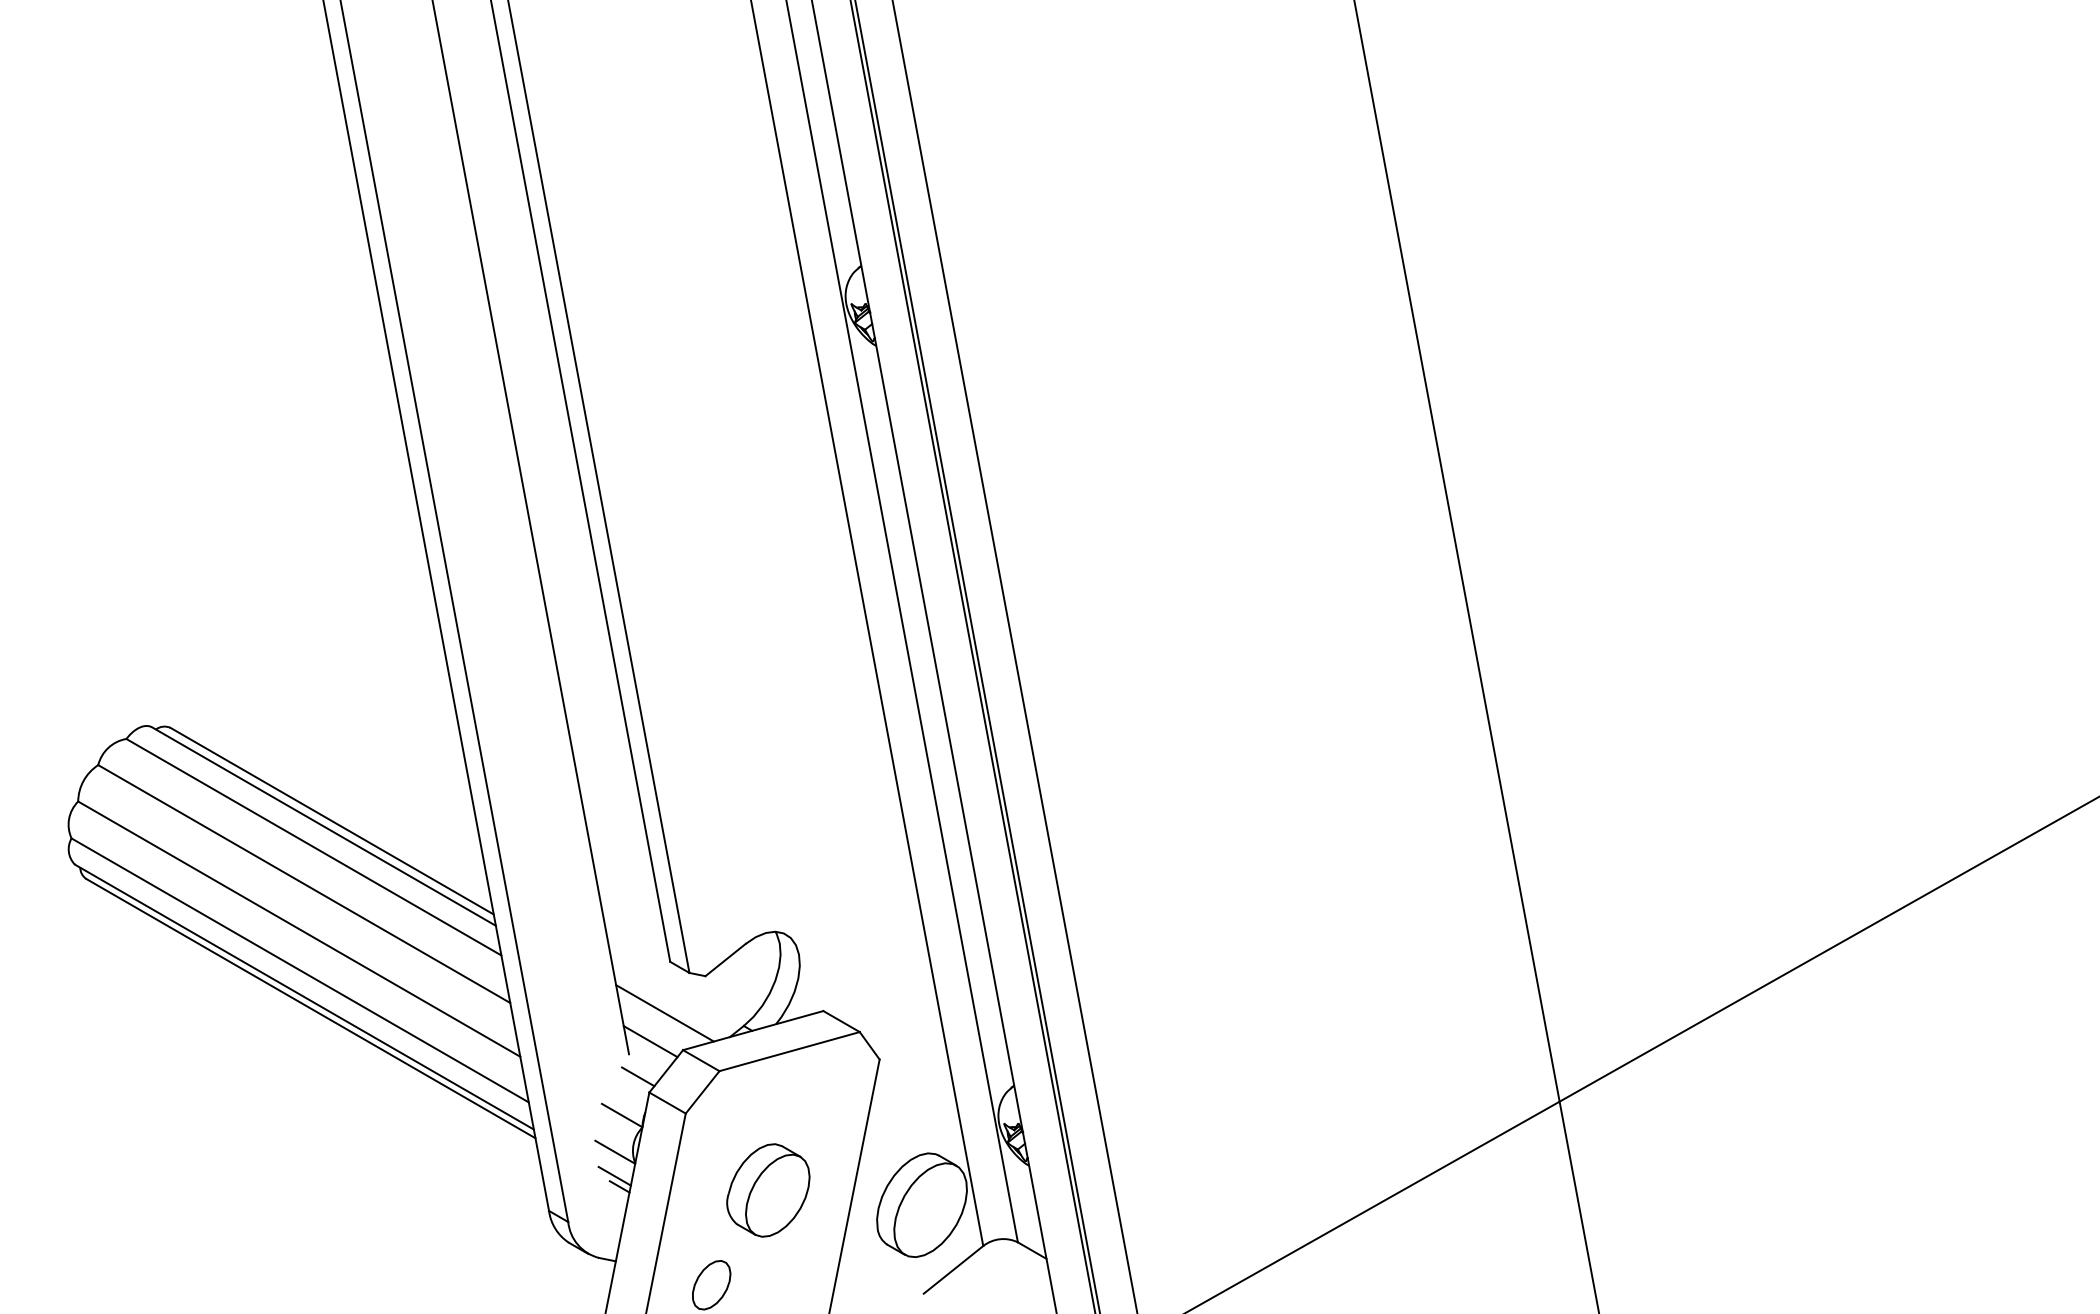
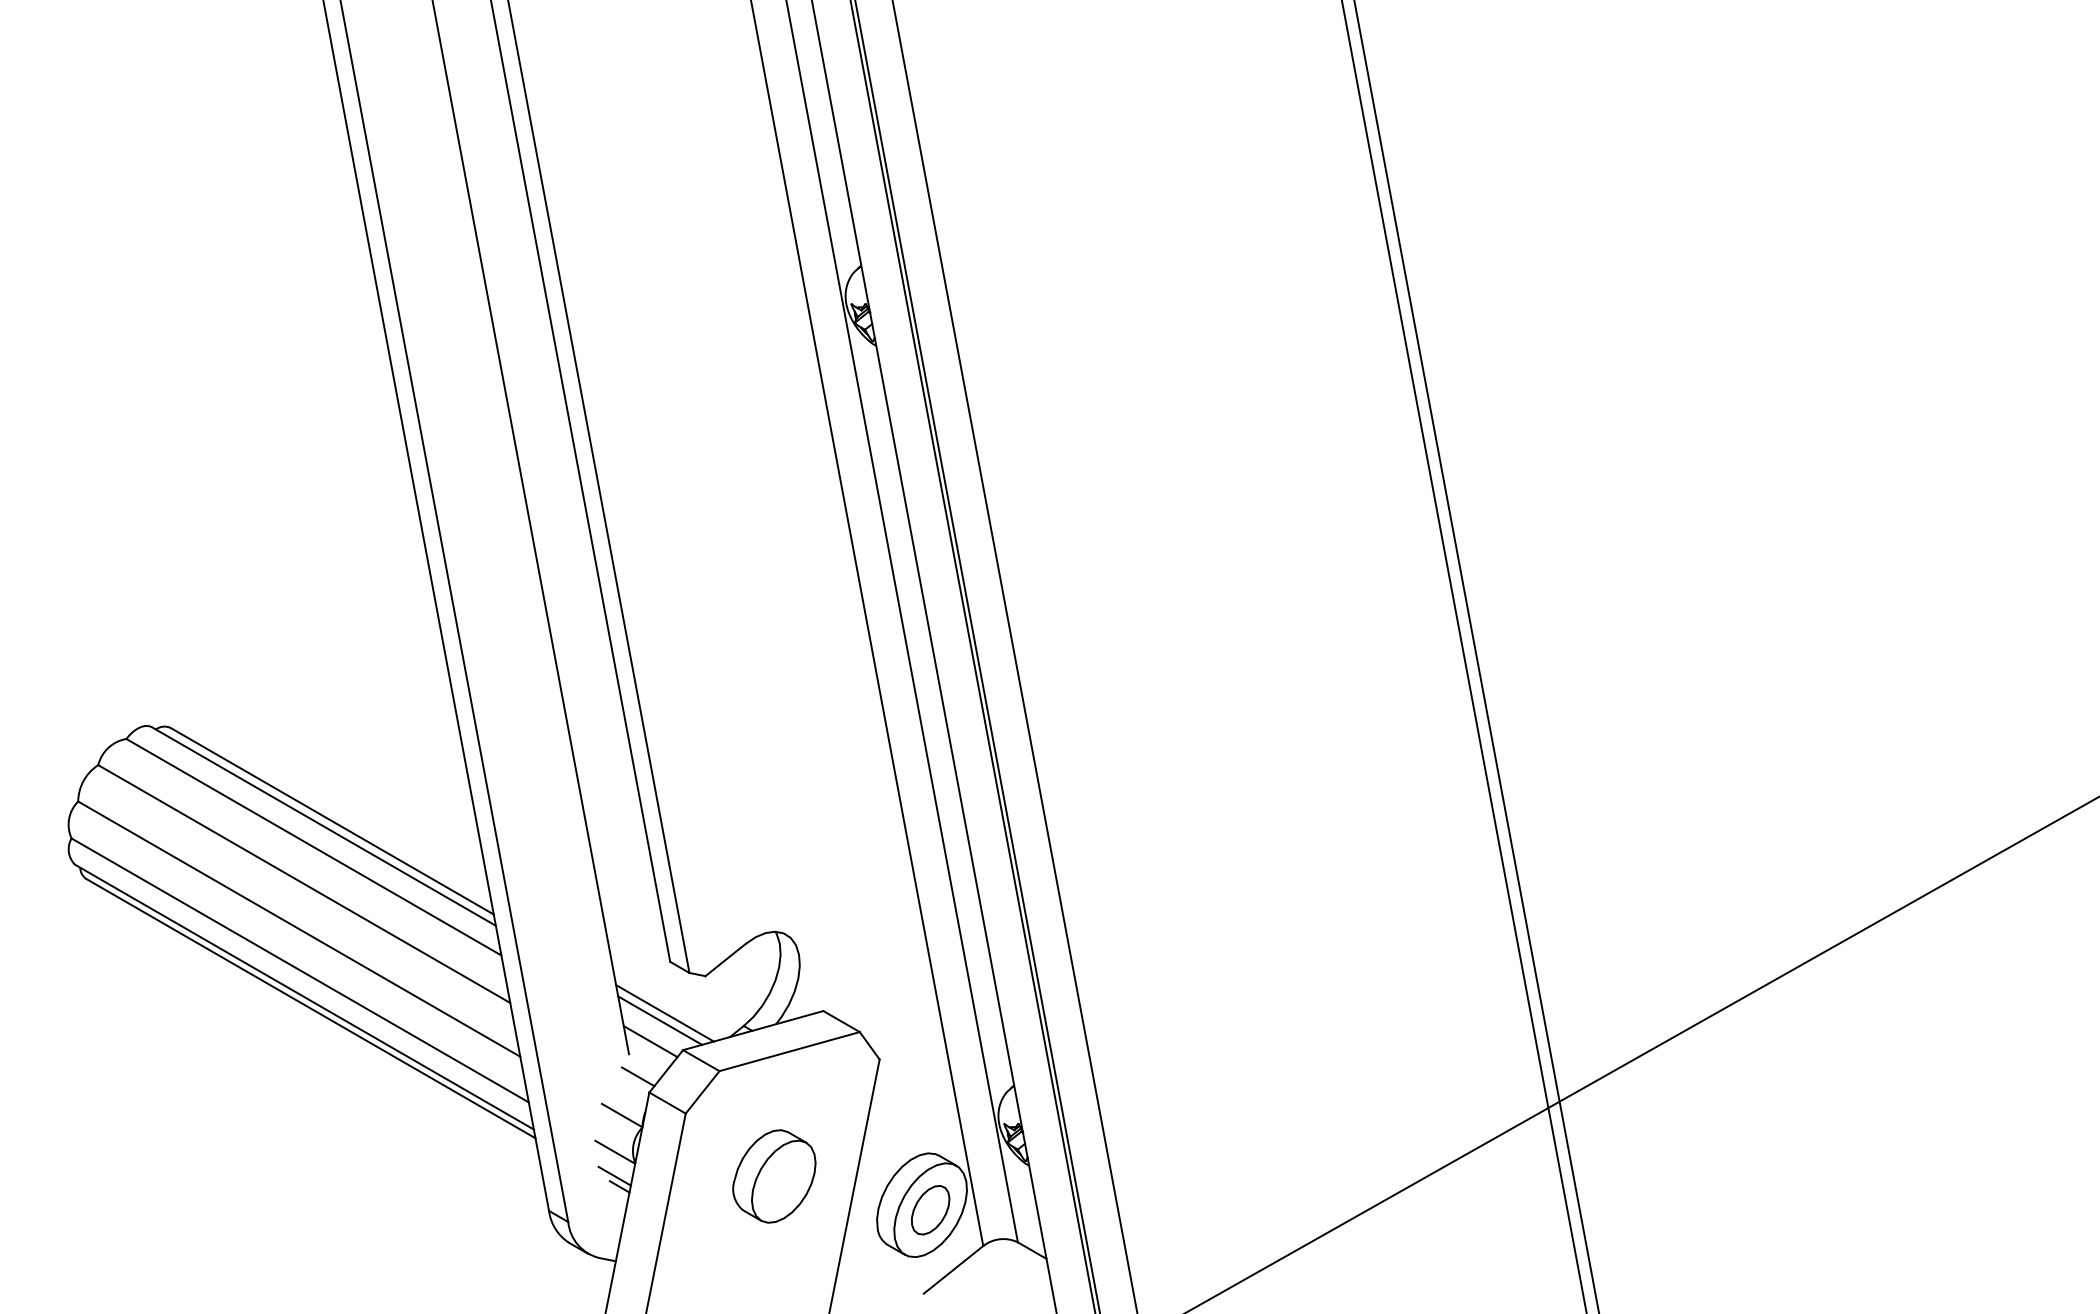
line at (1464, 656): none -> present
line at (660, 1020): none -> present
part at (768, 1190) position: (768, 1190) -> (774, 1176)
part at (711, 1285) position: (711, 1285) -> (930, 1210)
